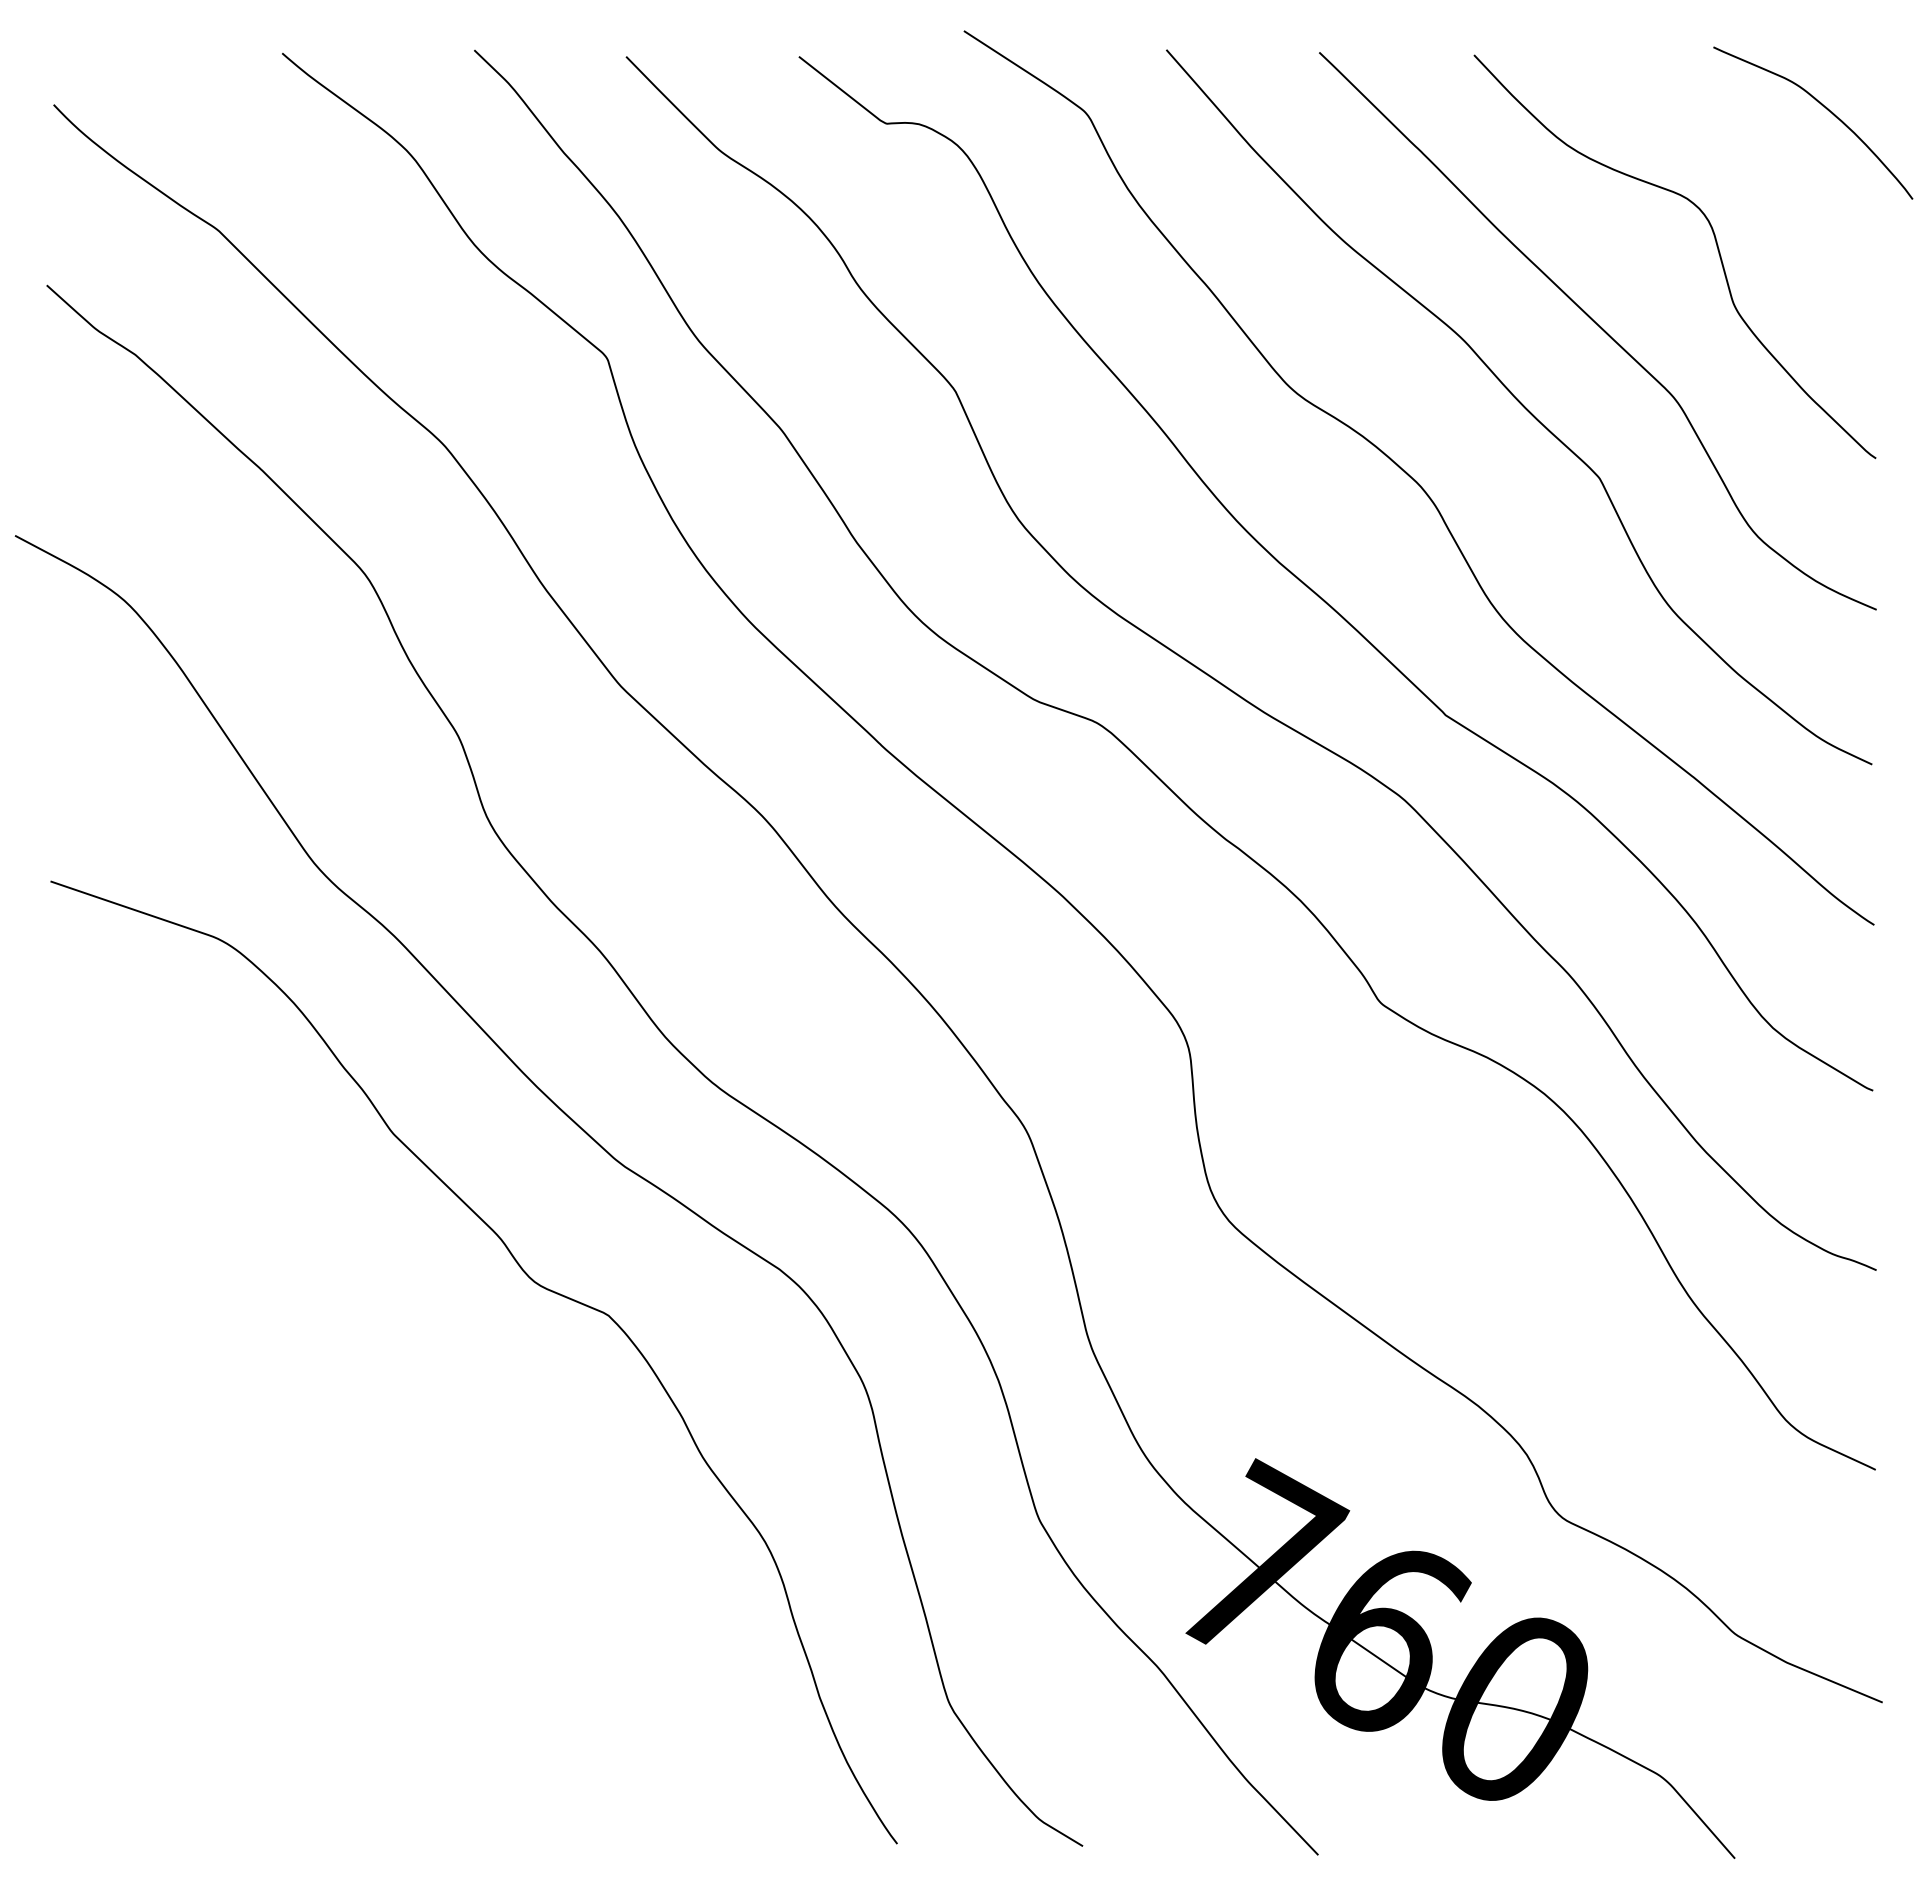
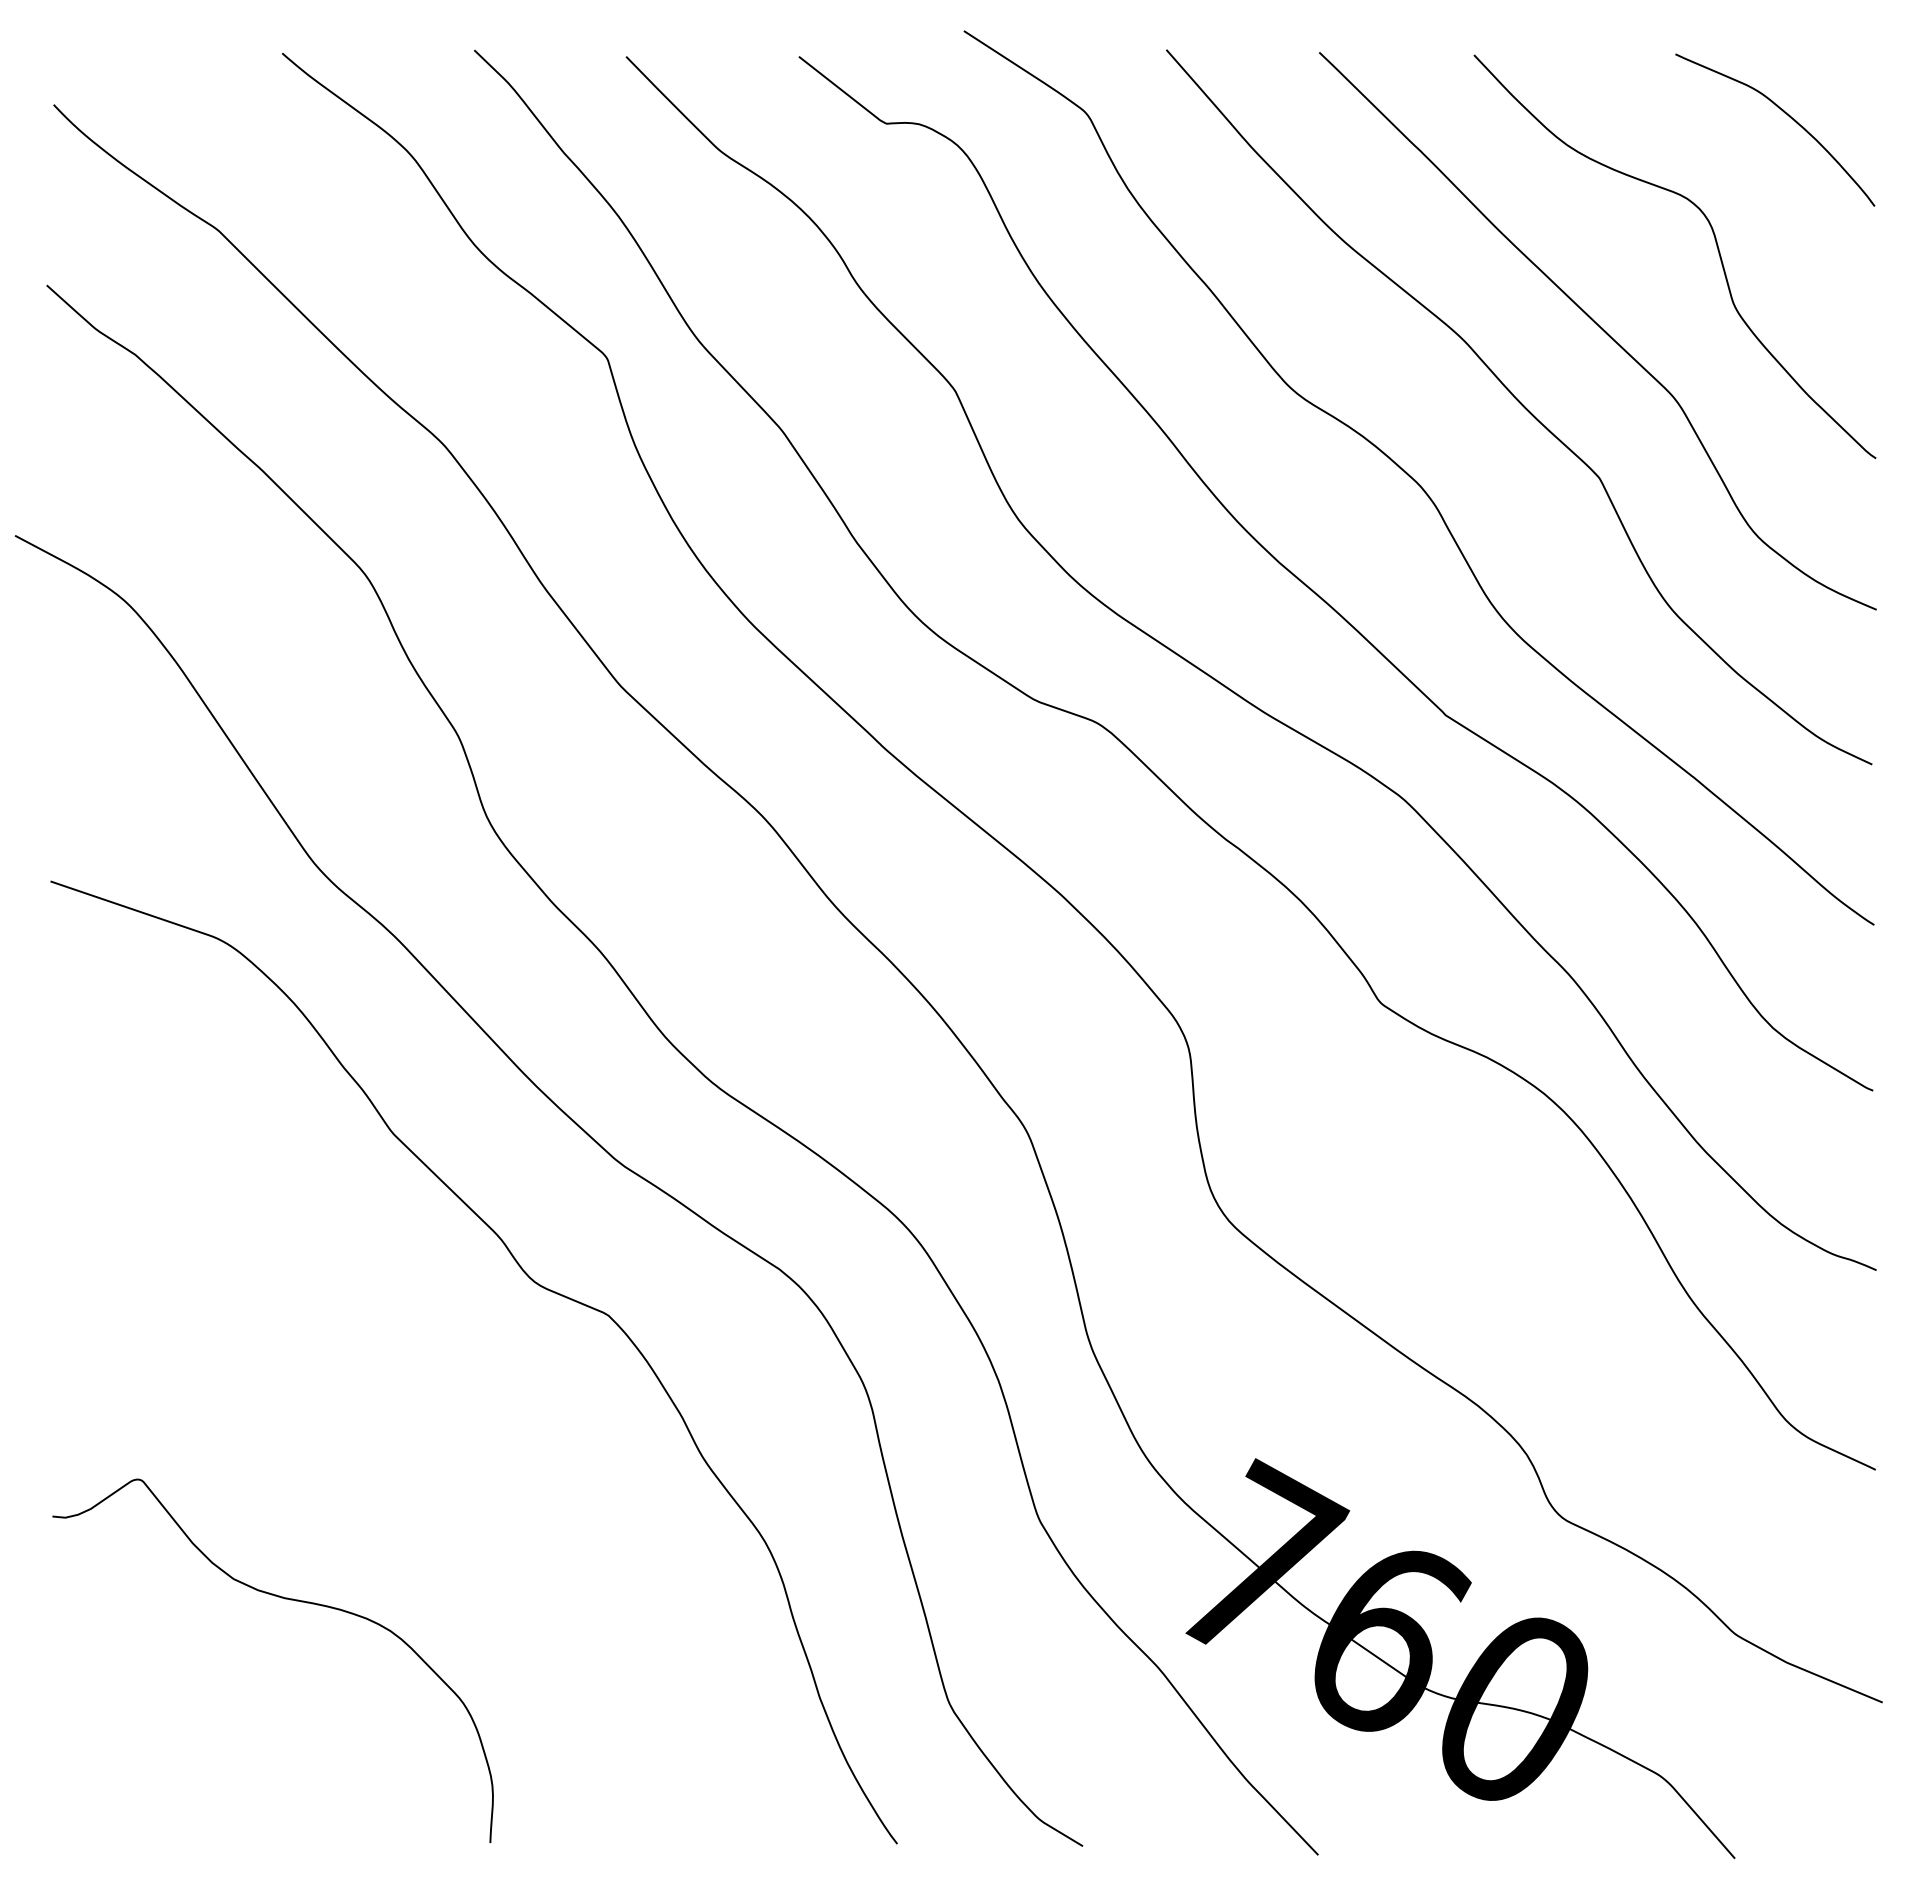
curve at (1822, 106) position: (1822, 106) -> (1784, 113)
curve at (285, 1599): none -> present
